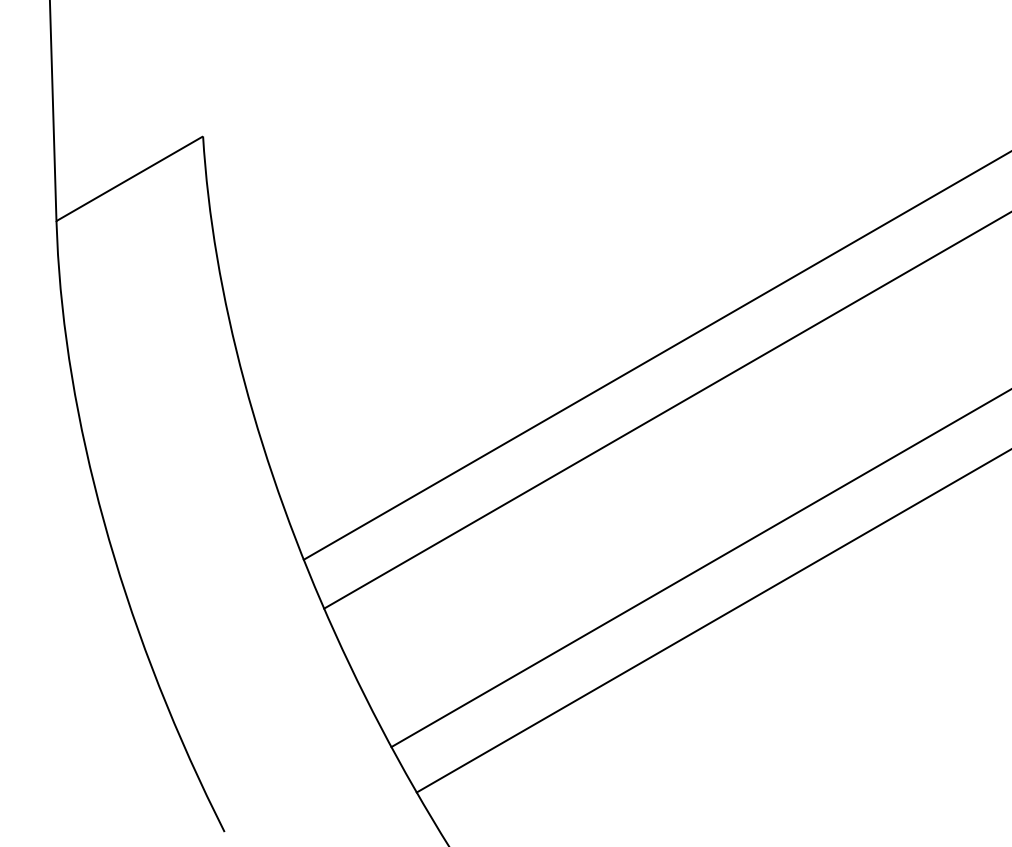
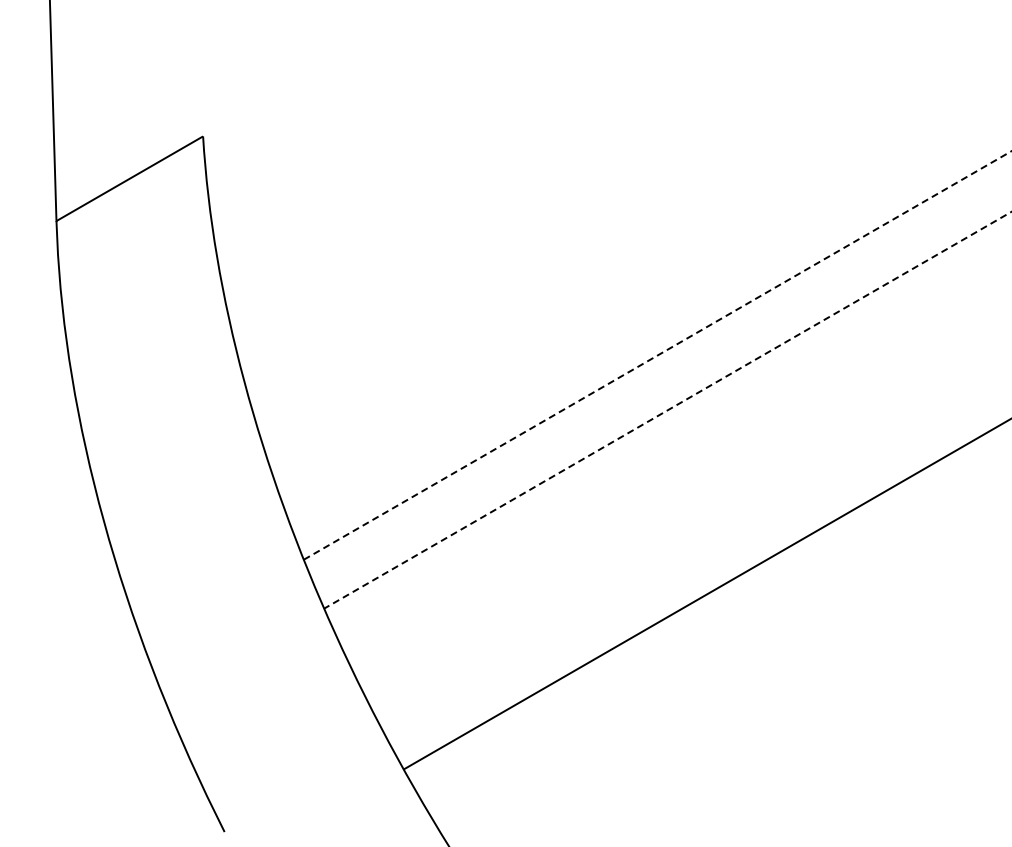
line at (657, 355): solid -> dashed
line at (667, 410): solid -> dashed
line at (699, 569) position: (699, 569) -> (706, 594)
line at (712, 621): present -> none
